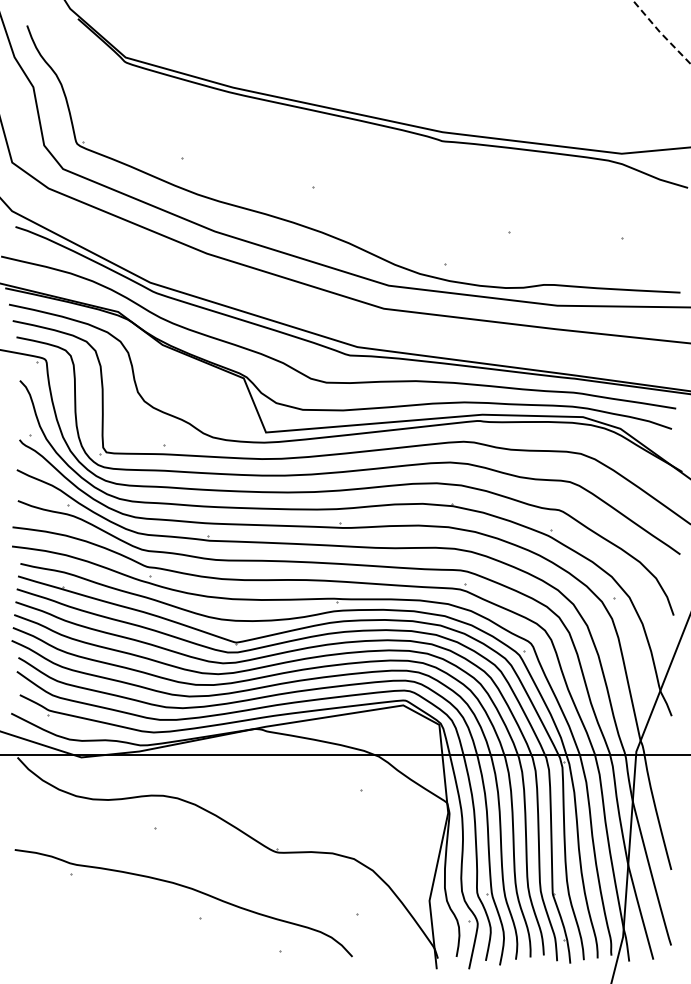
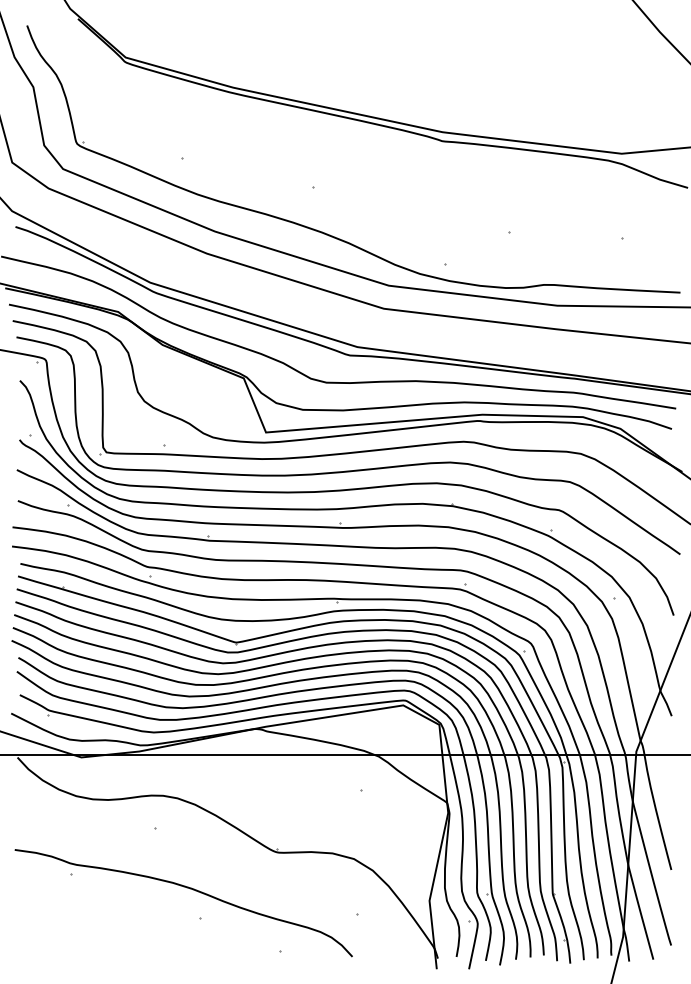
line at (660, 32): dashed -> solid
